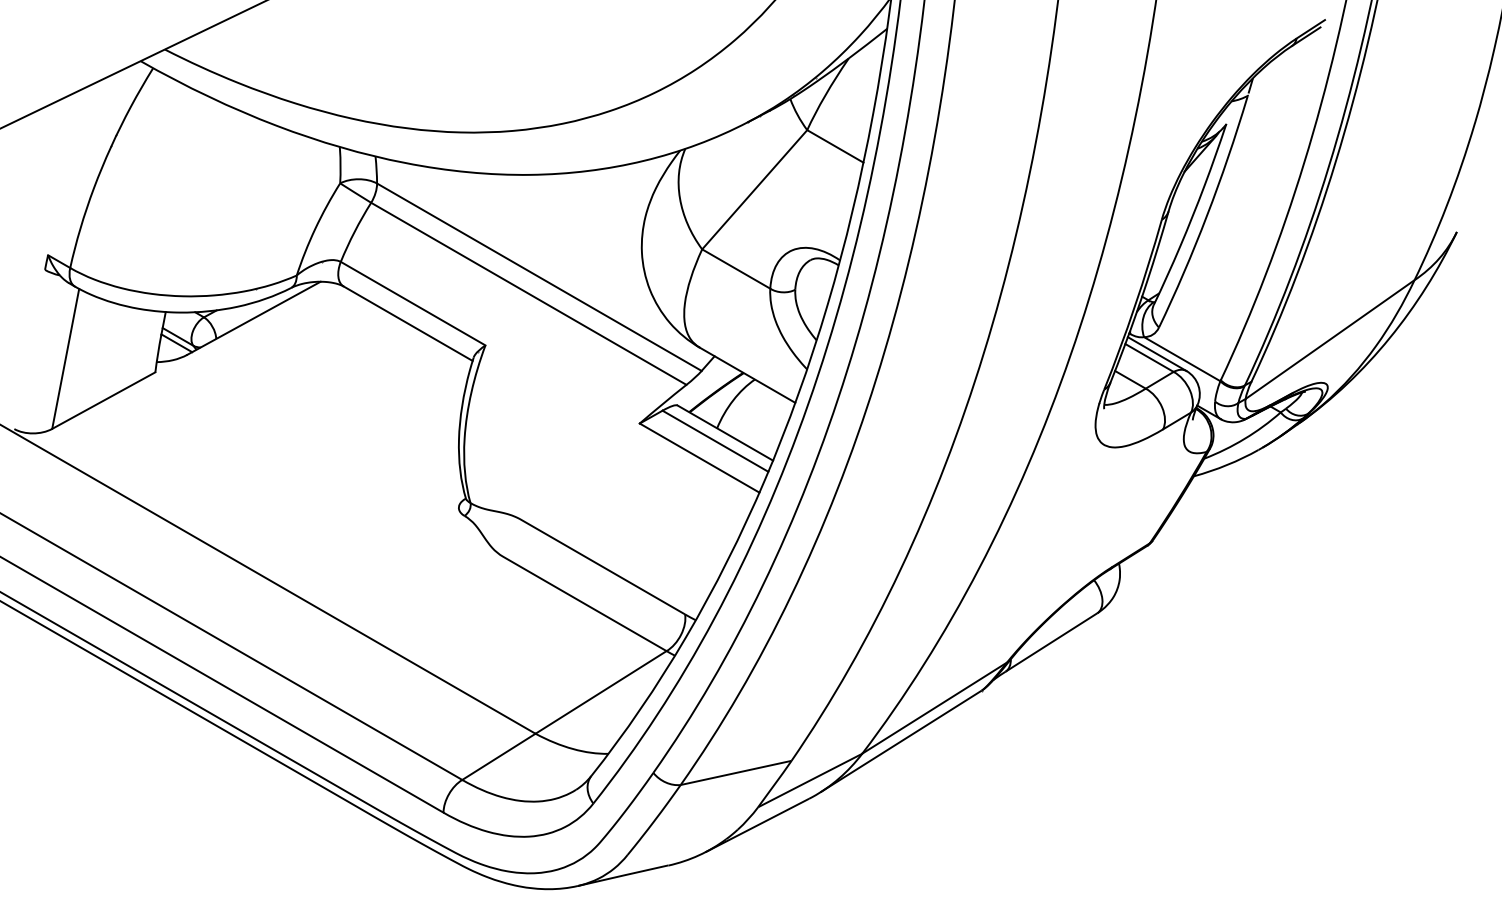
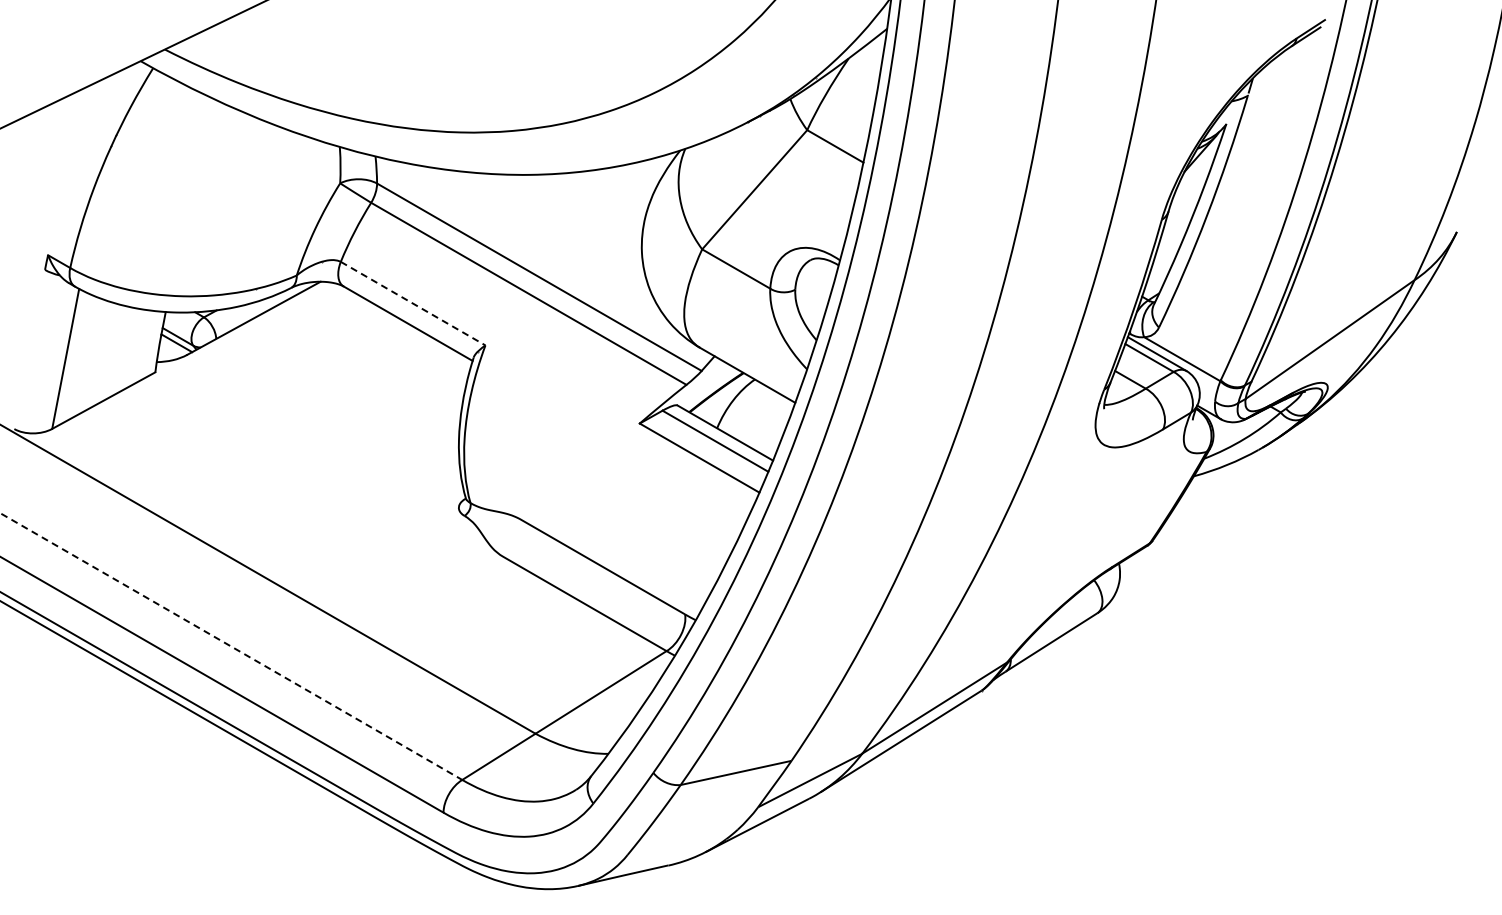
line at (413, 303): solid -> dashed
line at (231, 646): solid -> dashed
